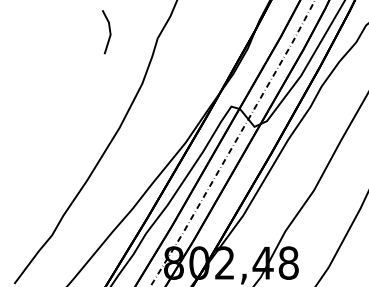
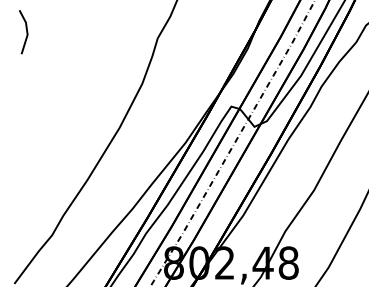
line at (109, 32) position: (109, 32) -> (26, 32)
